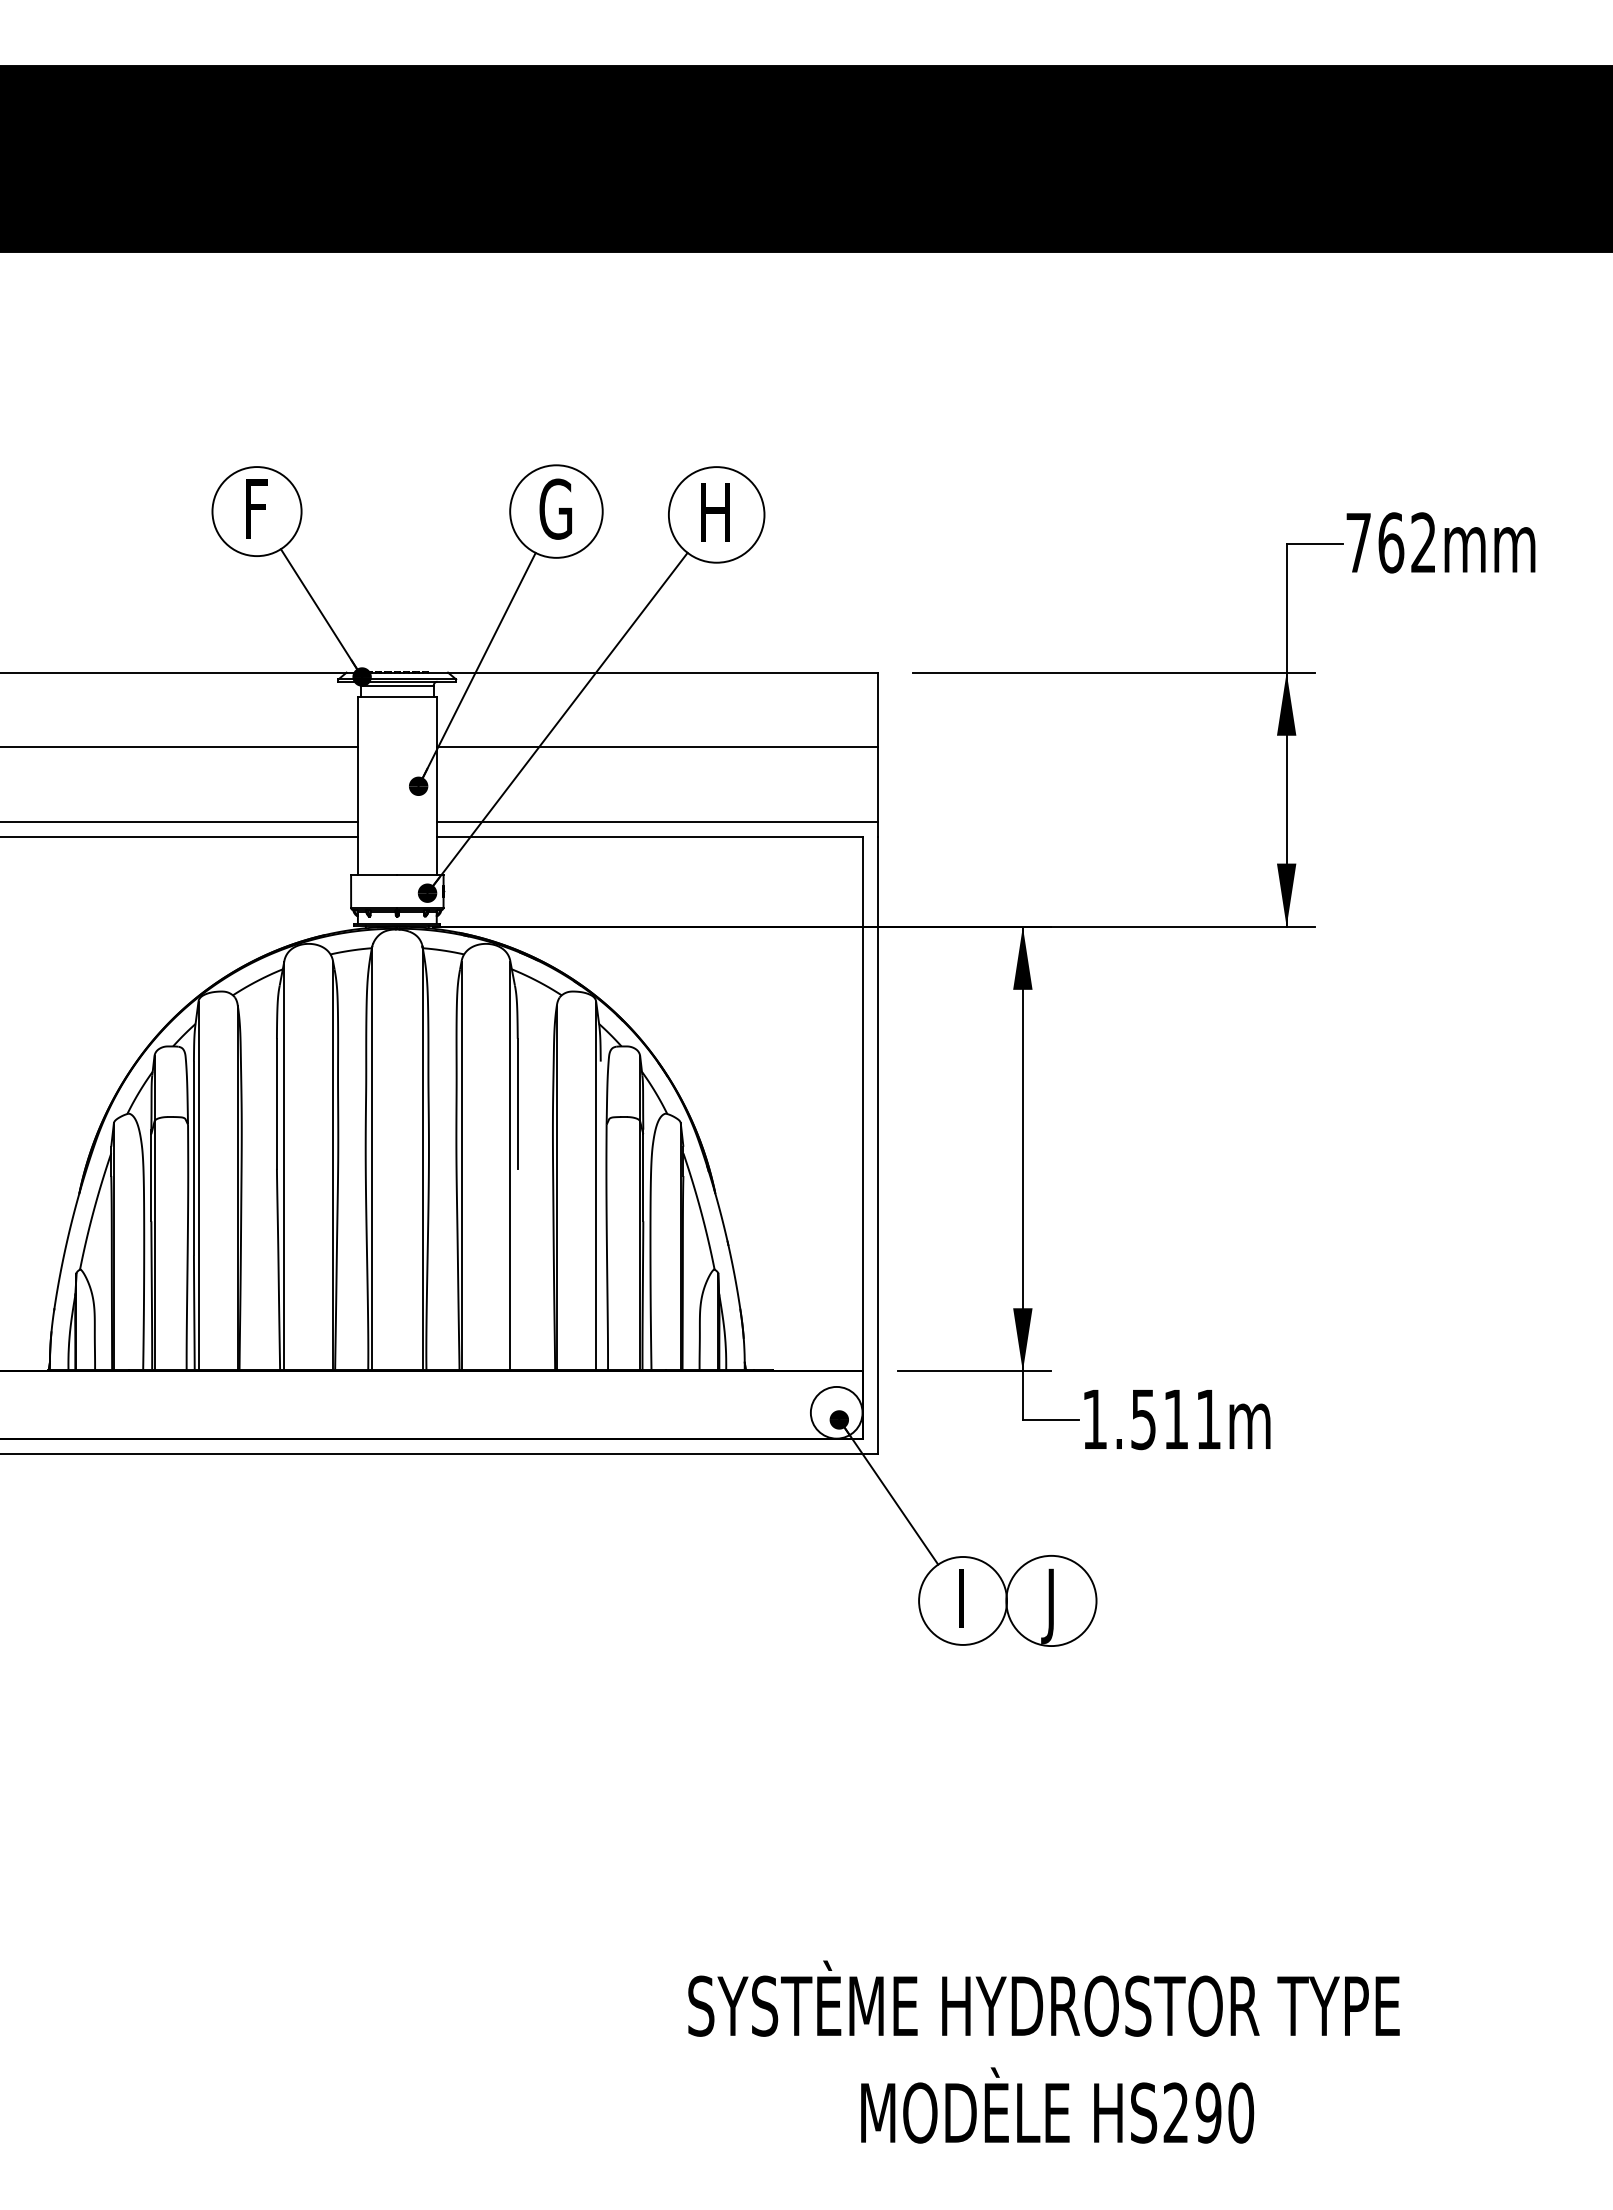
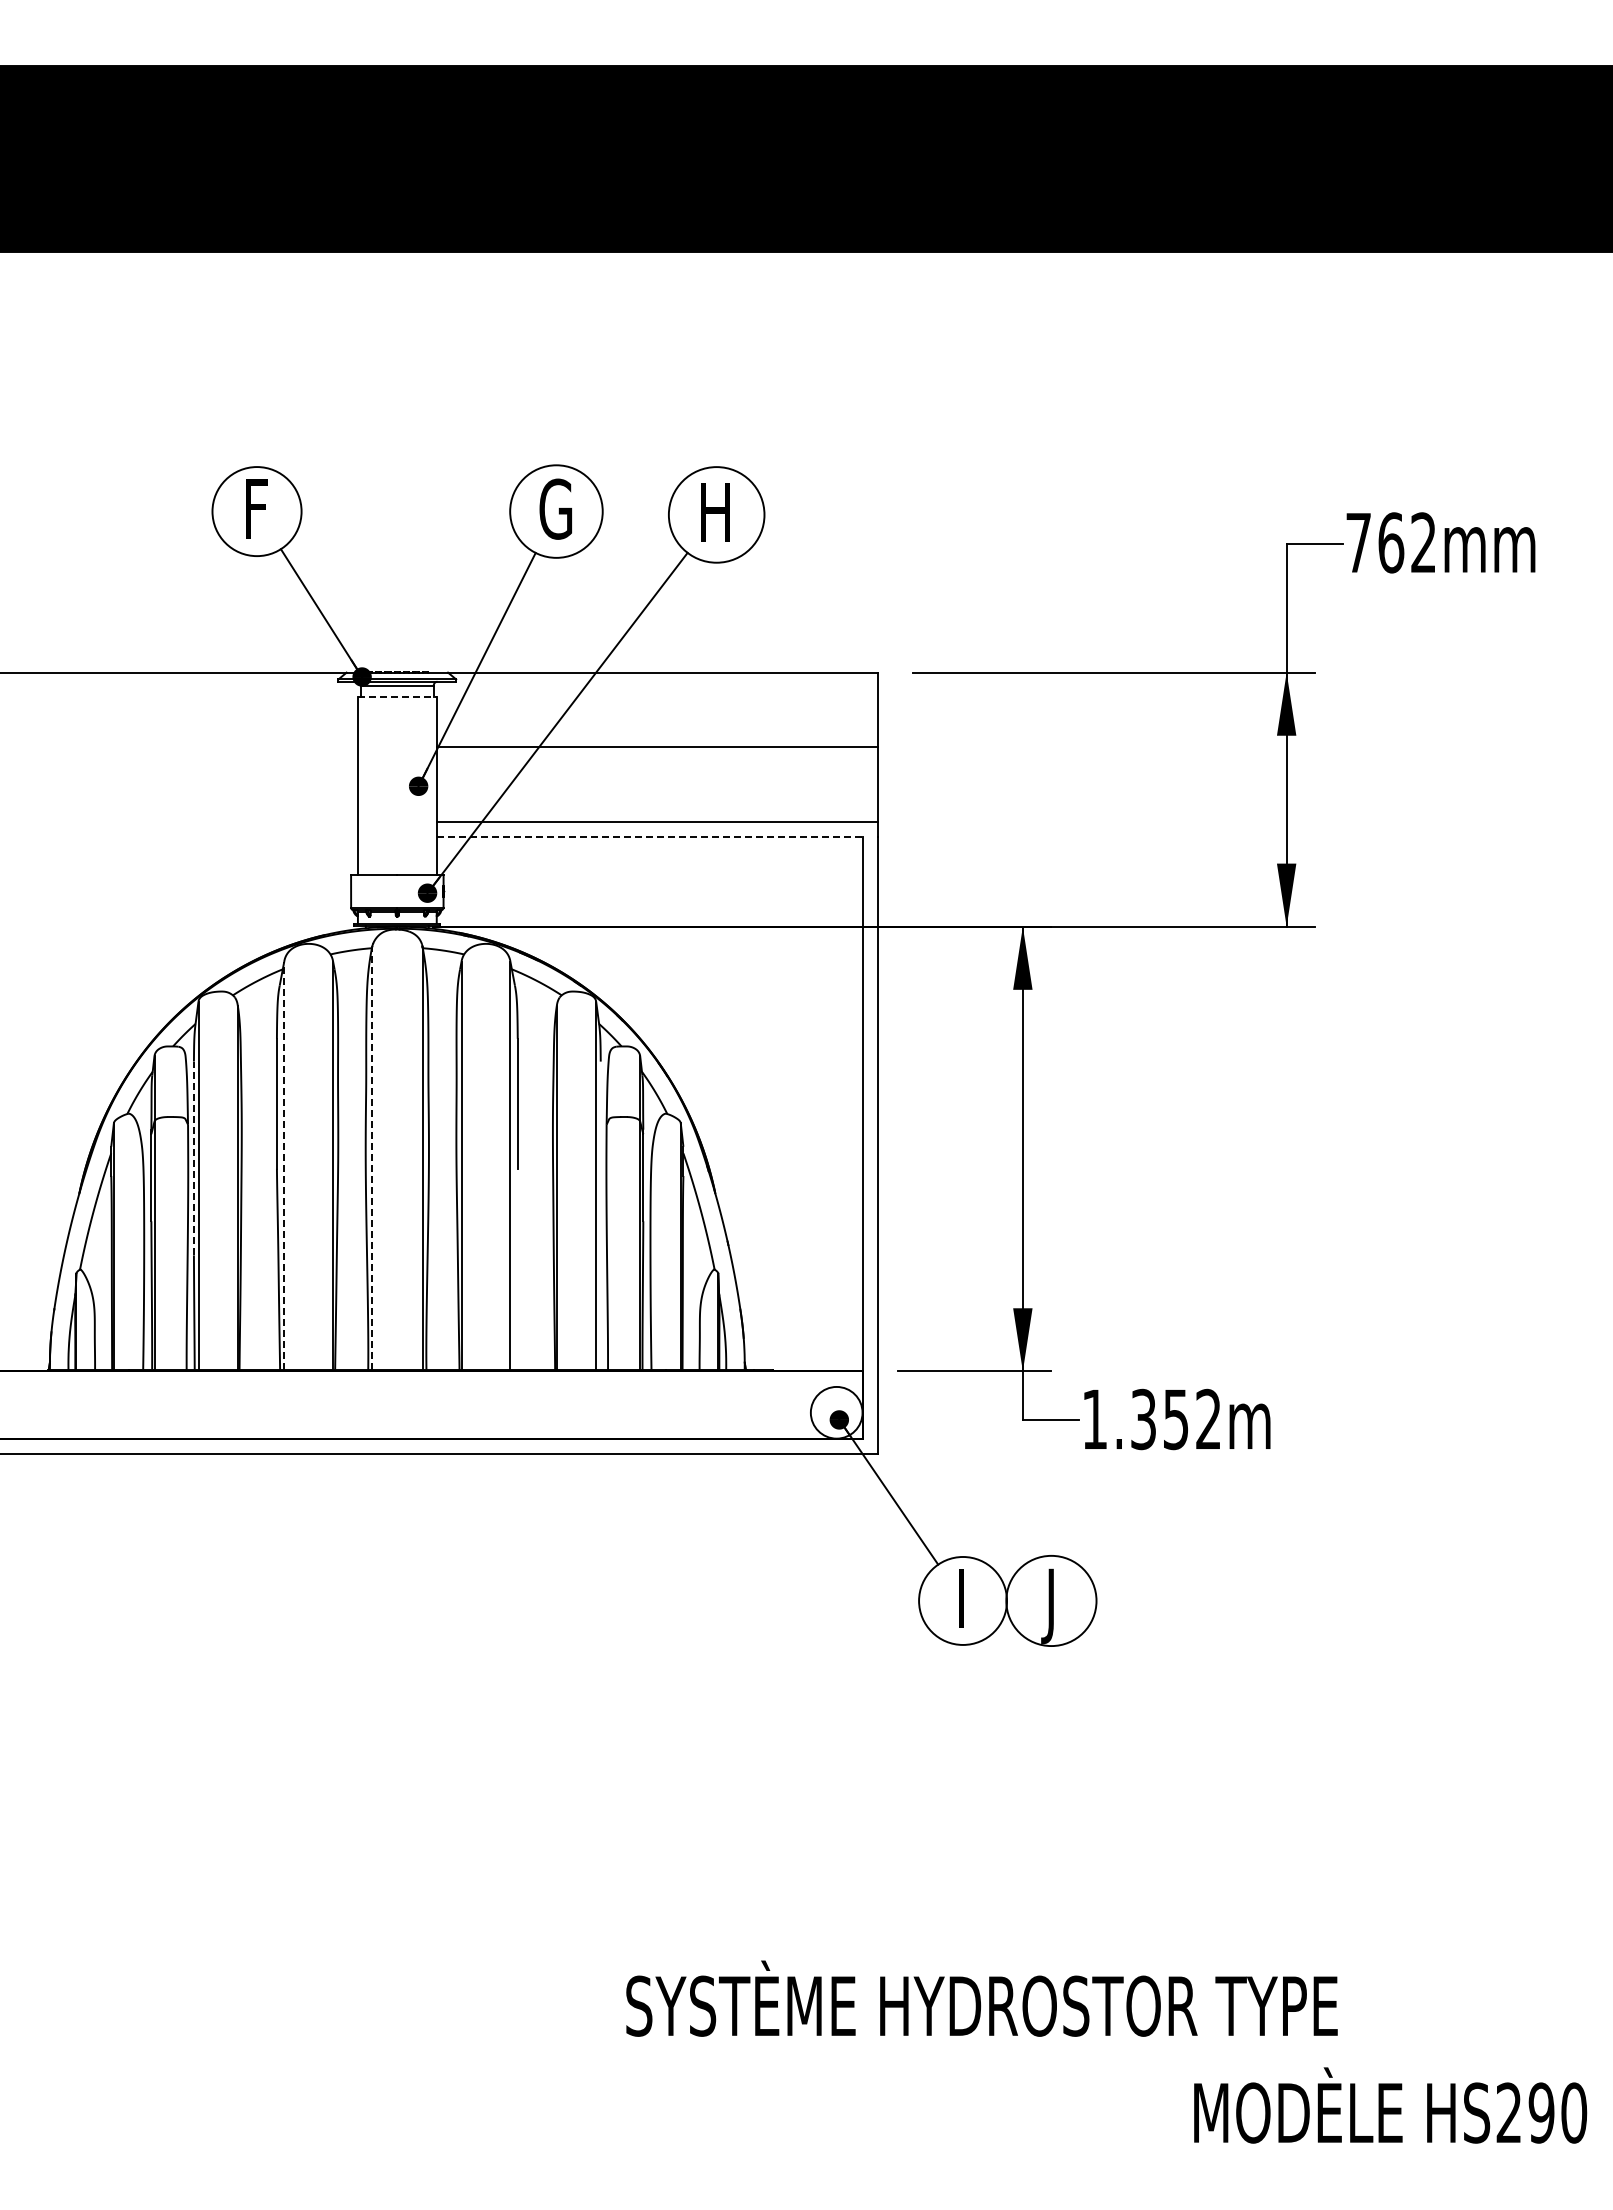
line at (397, 696): solid -> dashed
line at (179, 747): present -> none
line at (179, 822): present -> none
line at (179, 837): present -> none
line at (649, 837): solid -> dashed
line at (193, 1158): solid -> dashed
line at (372, 1158): solid -> dashed
line at (284, 1165): solid -> dashed
text at (1175, 1419): 1.511m -> 1.352m
text at (1043, 1998) position: (1043, 1998) -> (981, 1998)
text at (1057, 2105) position: (1057, 2105) -> (1390, 2105)
